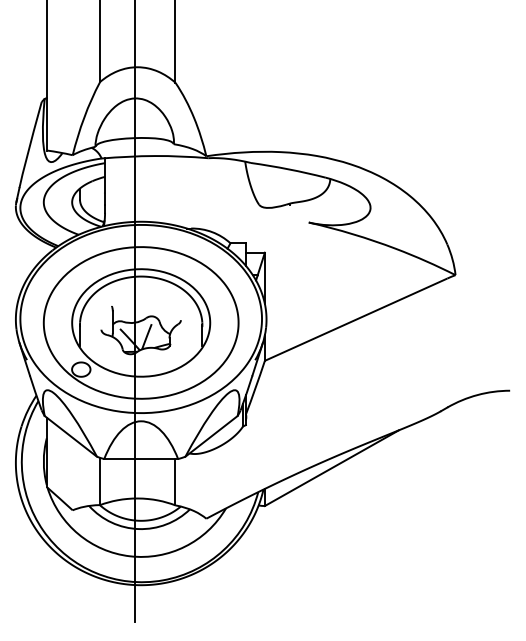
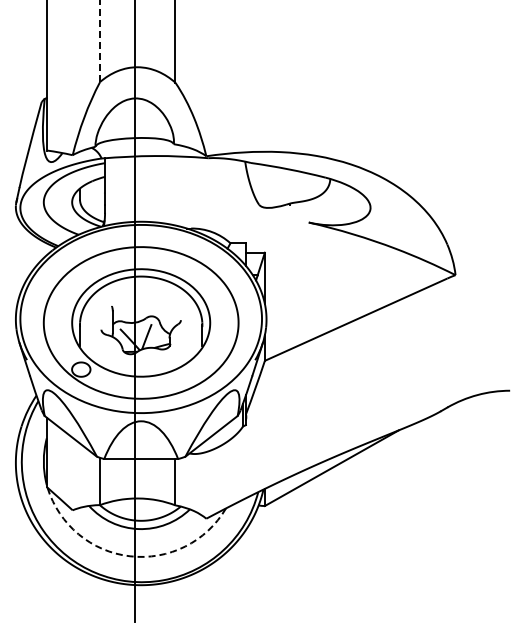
line at (100, 41): solid -> dashed
arc at (130, 556): solid -> dashed
